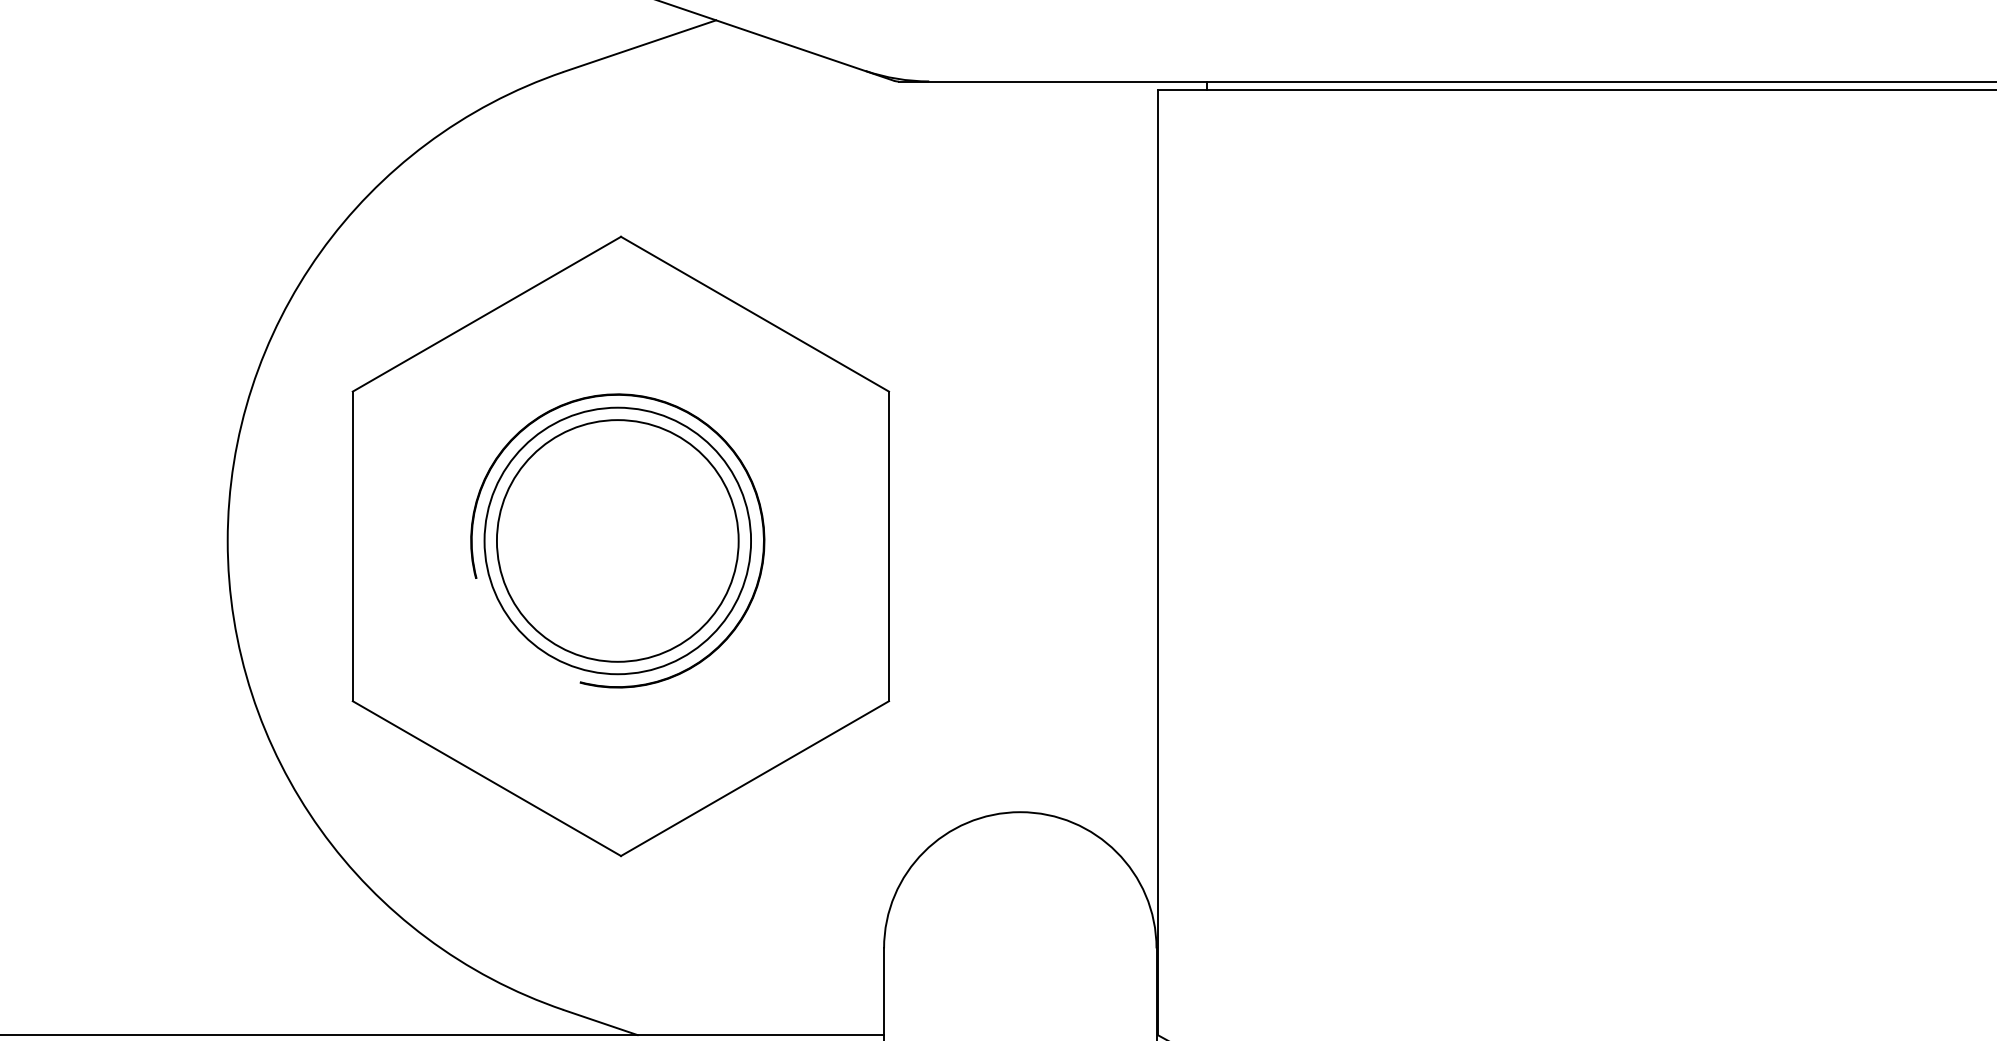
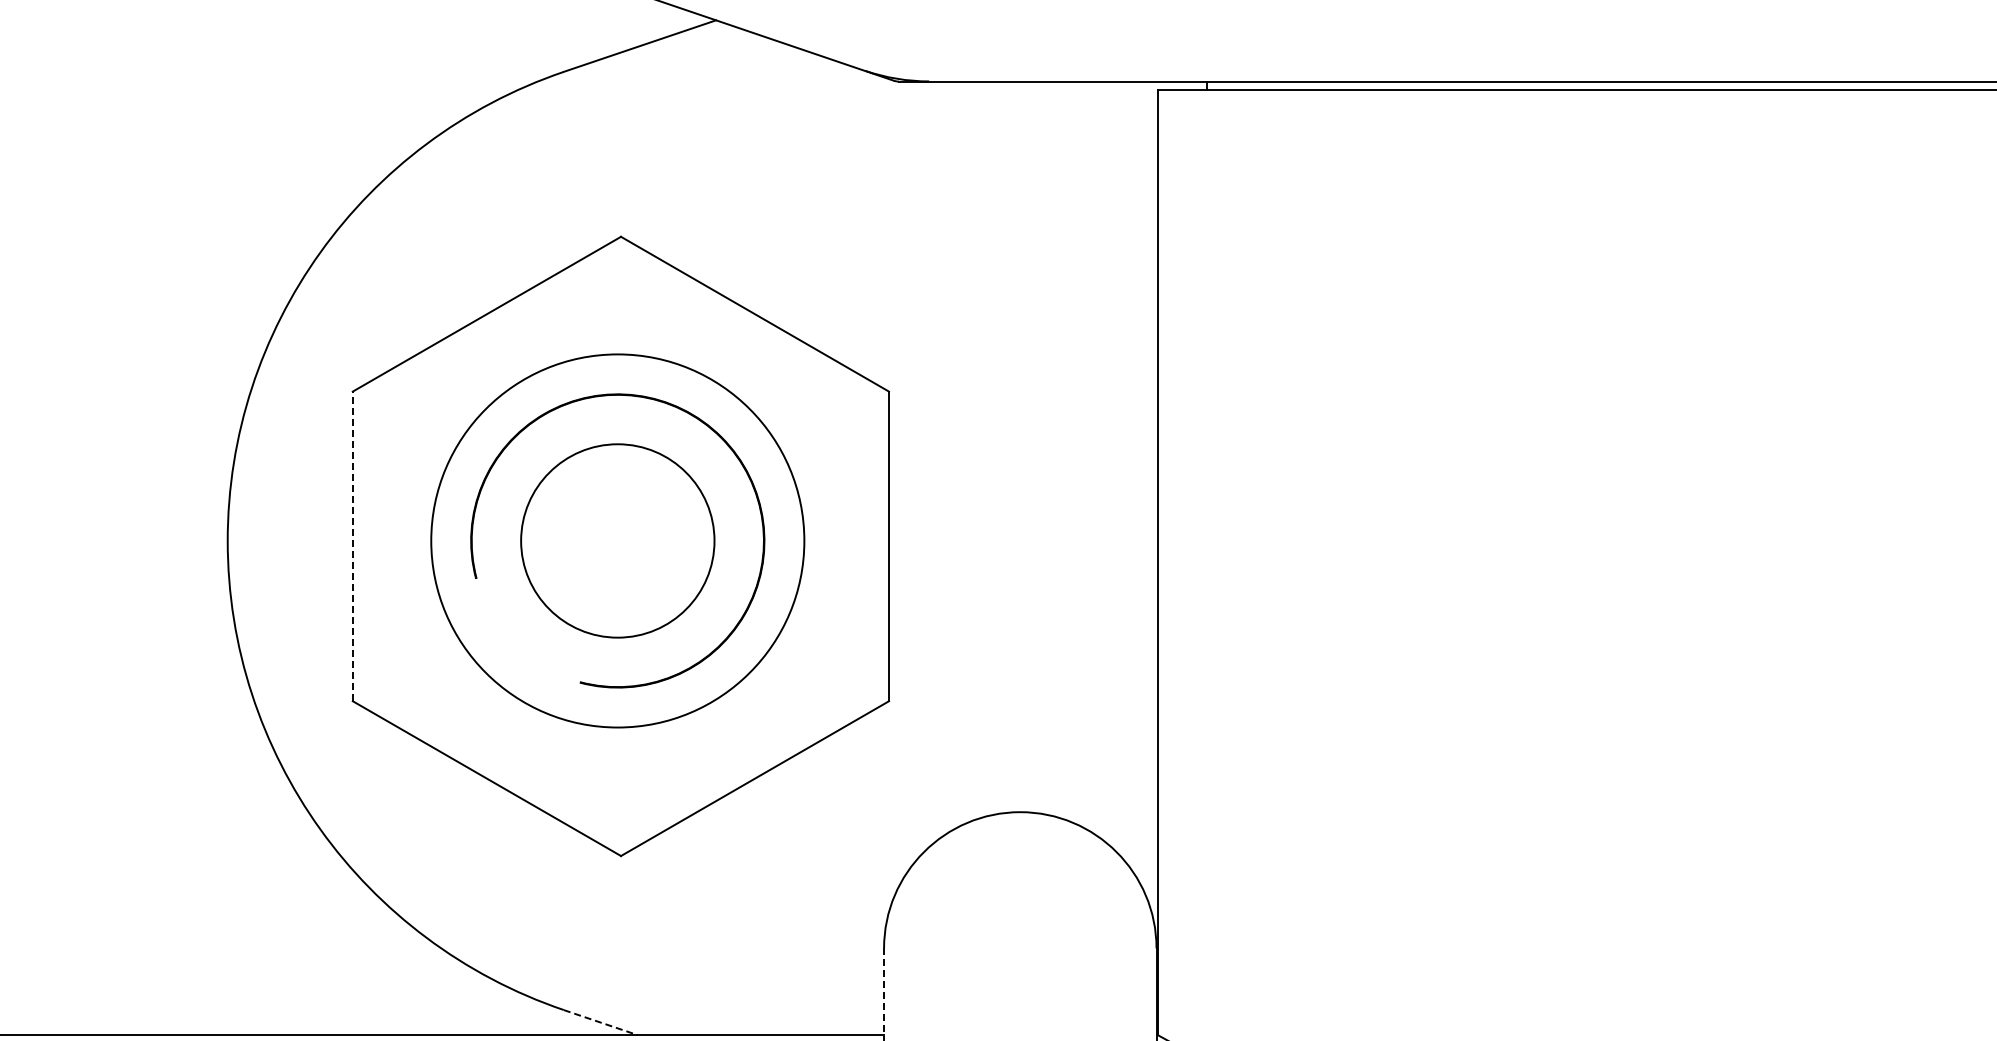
circle at (617, 540) diameter: 242 px -> 193 px
circle at (617, 540) diameter: 267 px -> 373 px
line at (352, 546): solid -> dashed
line at (884, 994): solid -> dashed
line at (600, 1022): solid -> dashed
